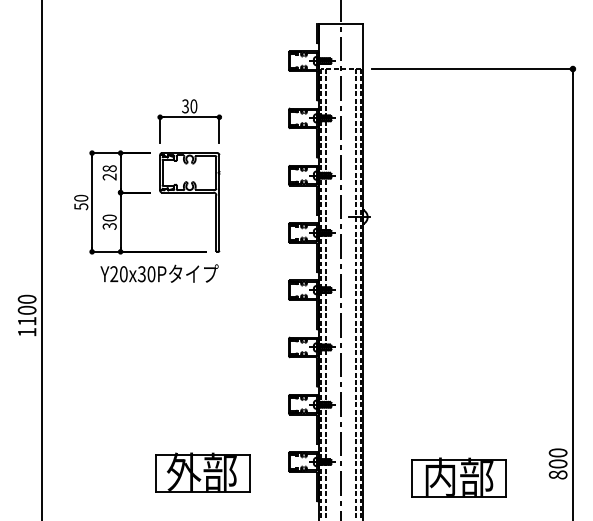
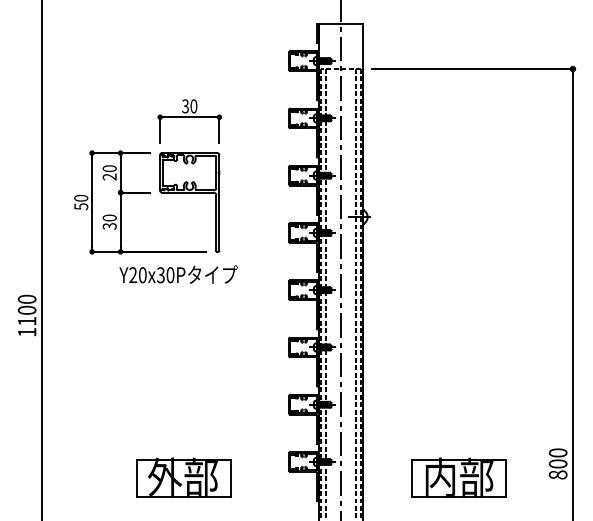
text at (109, 168): 28 -> 20
text at (159, 273) position: (159, 273) -> (178, 274)
part at (202, 472) position: (202, 472) -> (183, 477)
